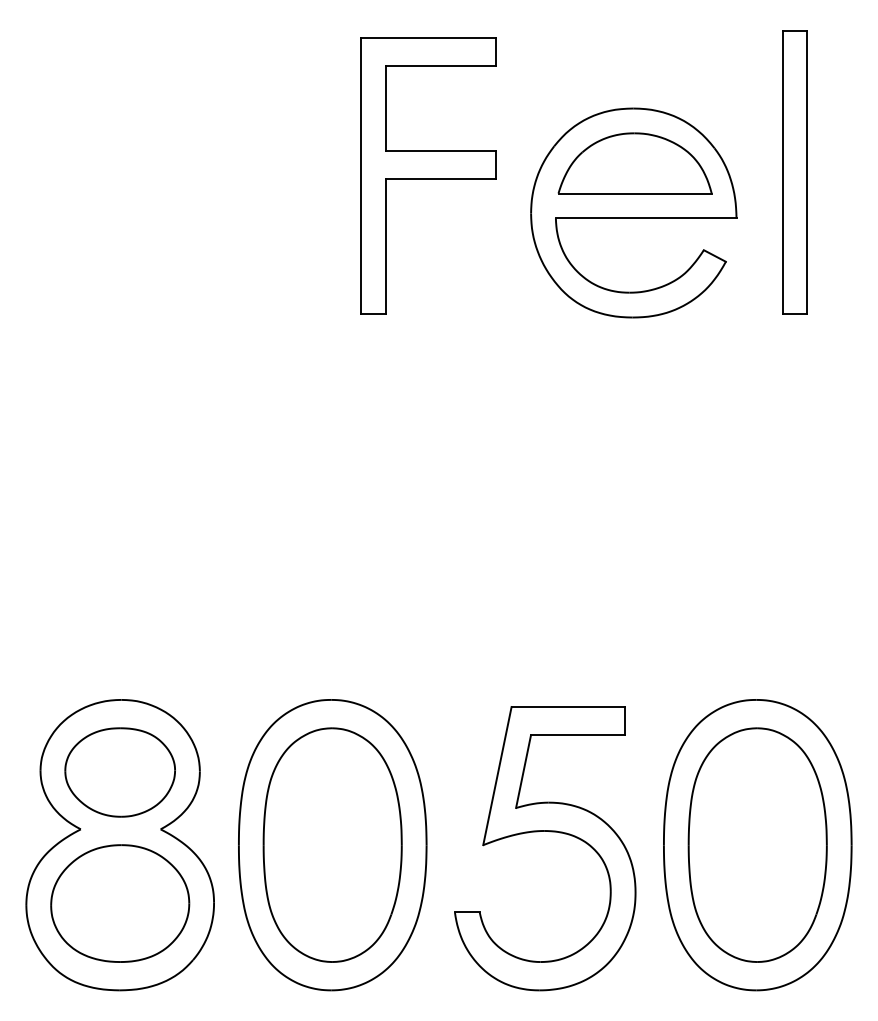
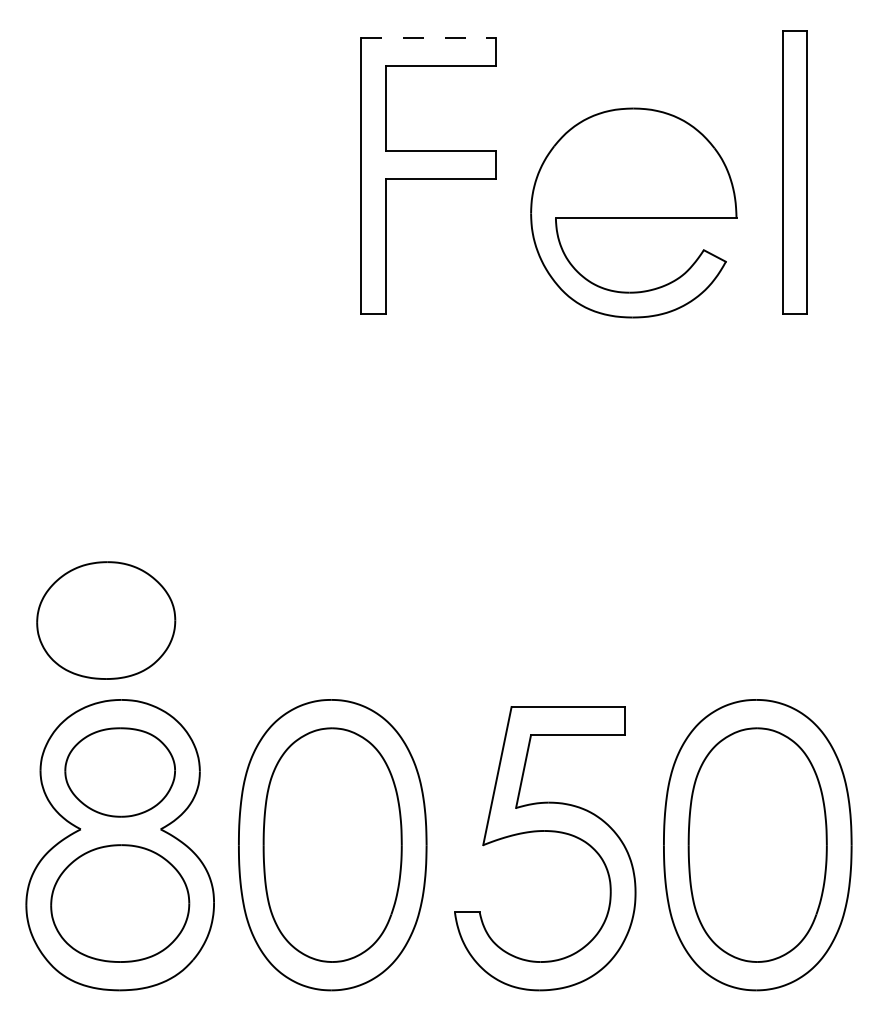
line at (428, 37): solid -> dashed
part at (634, 163): present -> none
part at (106, 620): none -> present
